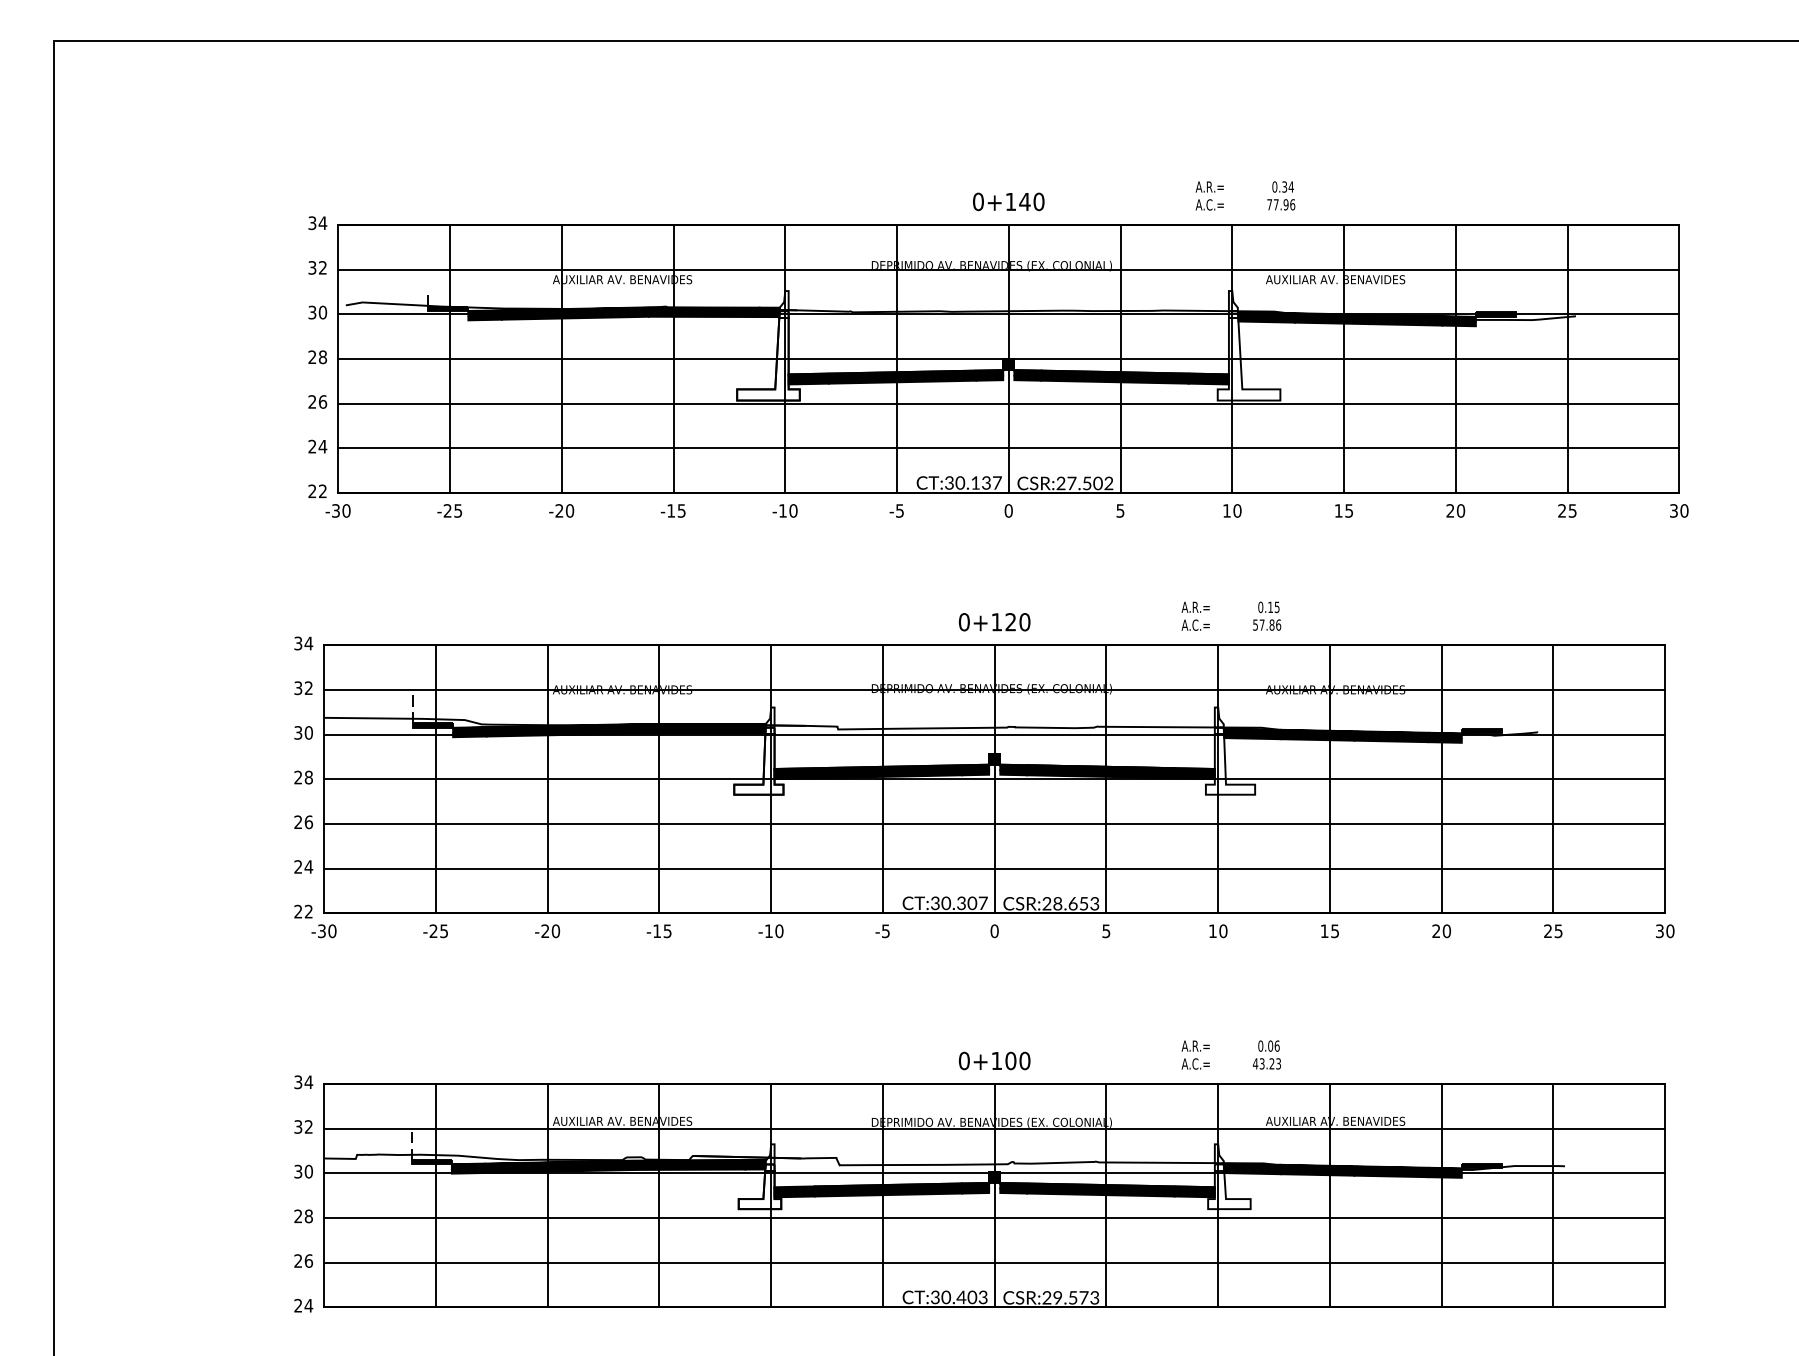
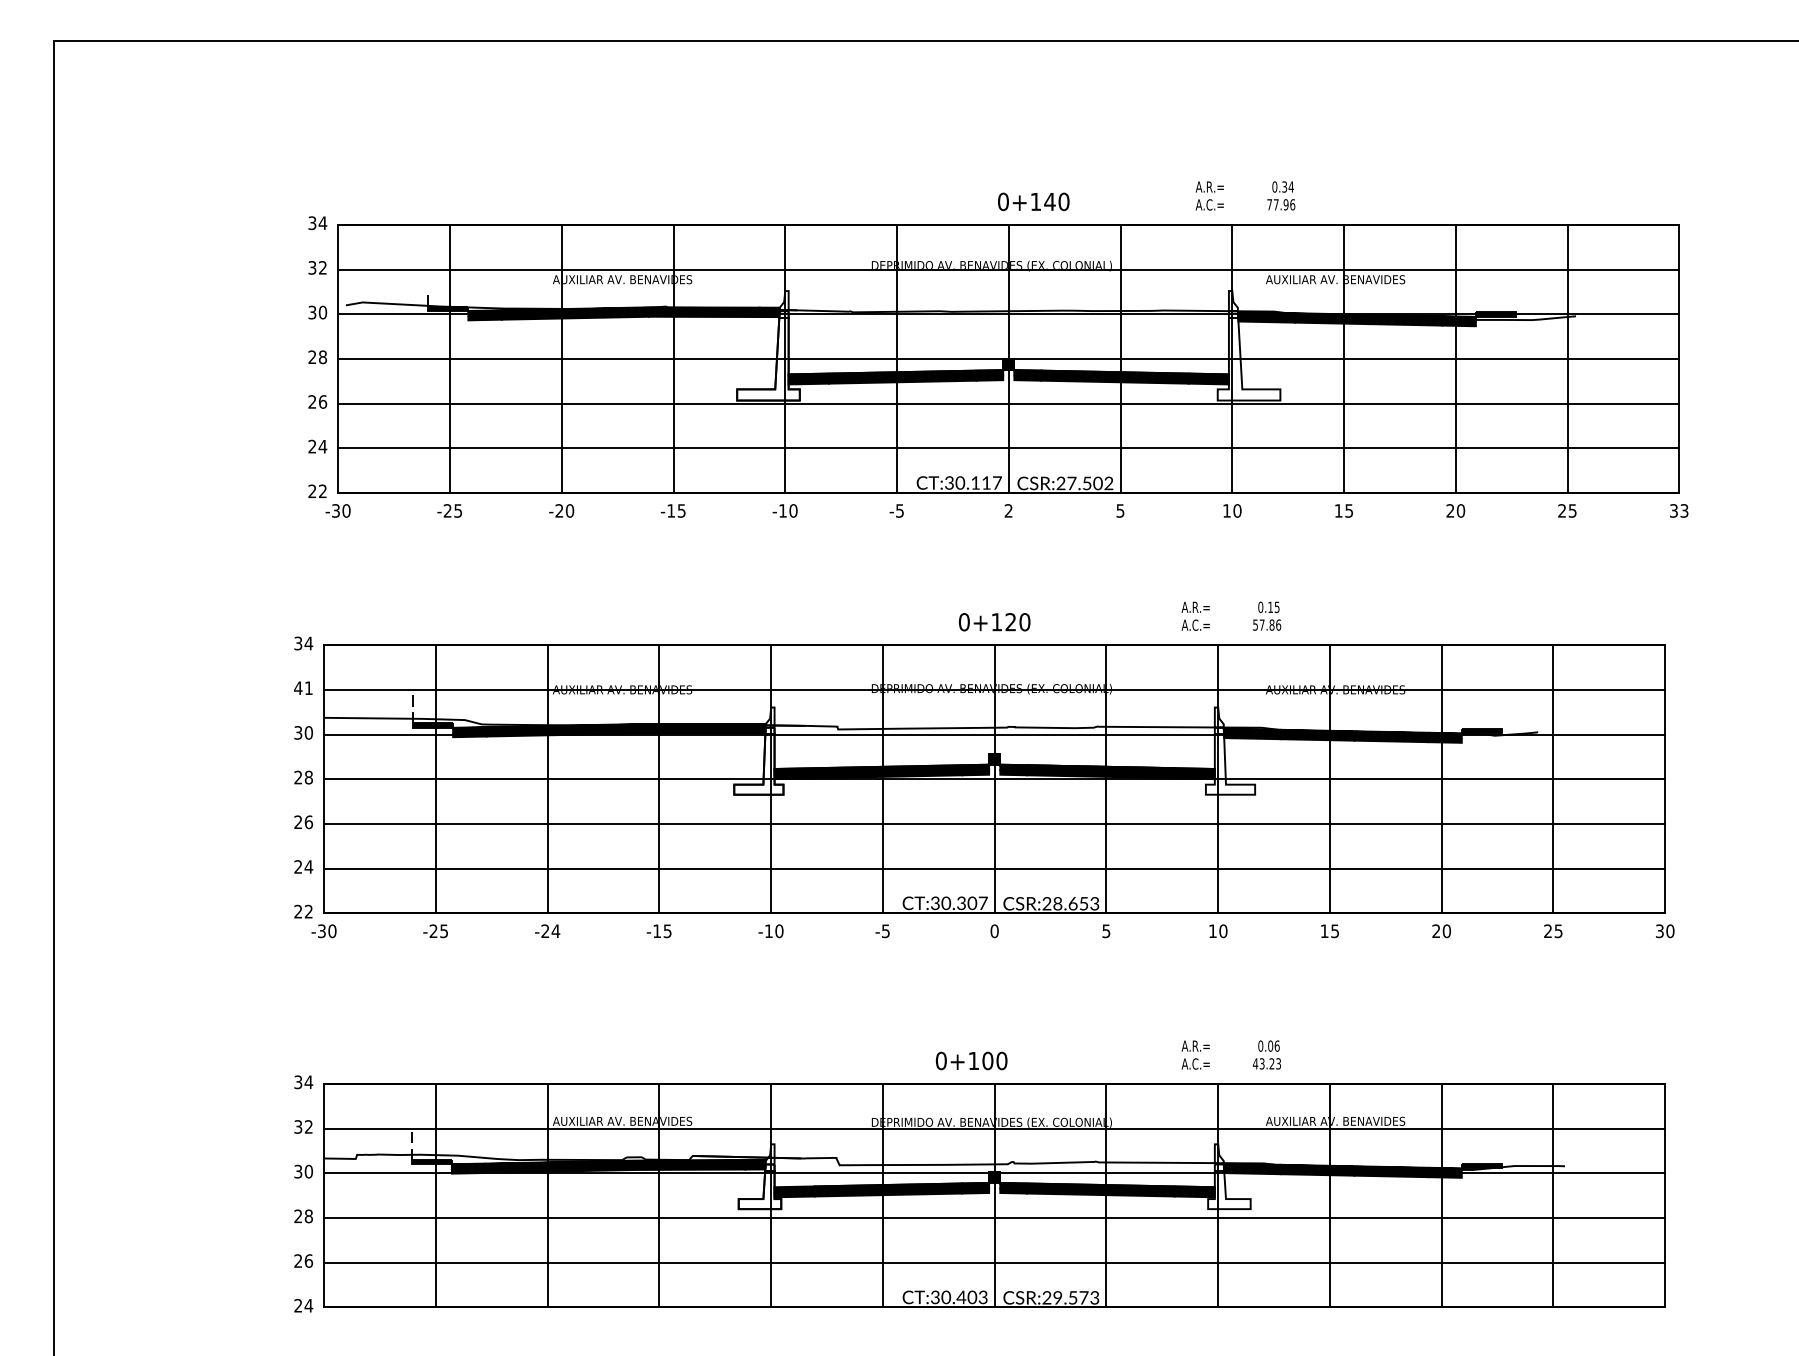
text at (1008, 201) position: (1008, 201) -> (1033, 201)
text at (986, 482): CT:30.137 -> CT:30.117
text at (1008, 510): 0 -> 2
text at (1684, 510): 30 -> 33
text at (303, 688): 32 -> 41
text at (555, 931): -20 -> -24
text at (994, 1060) position: (994, 1060) -> (971, 1060)
